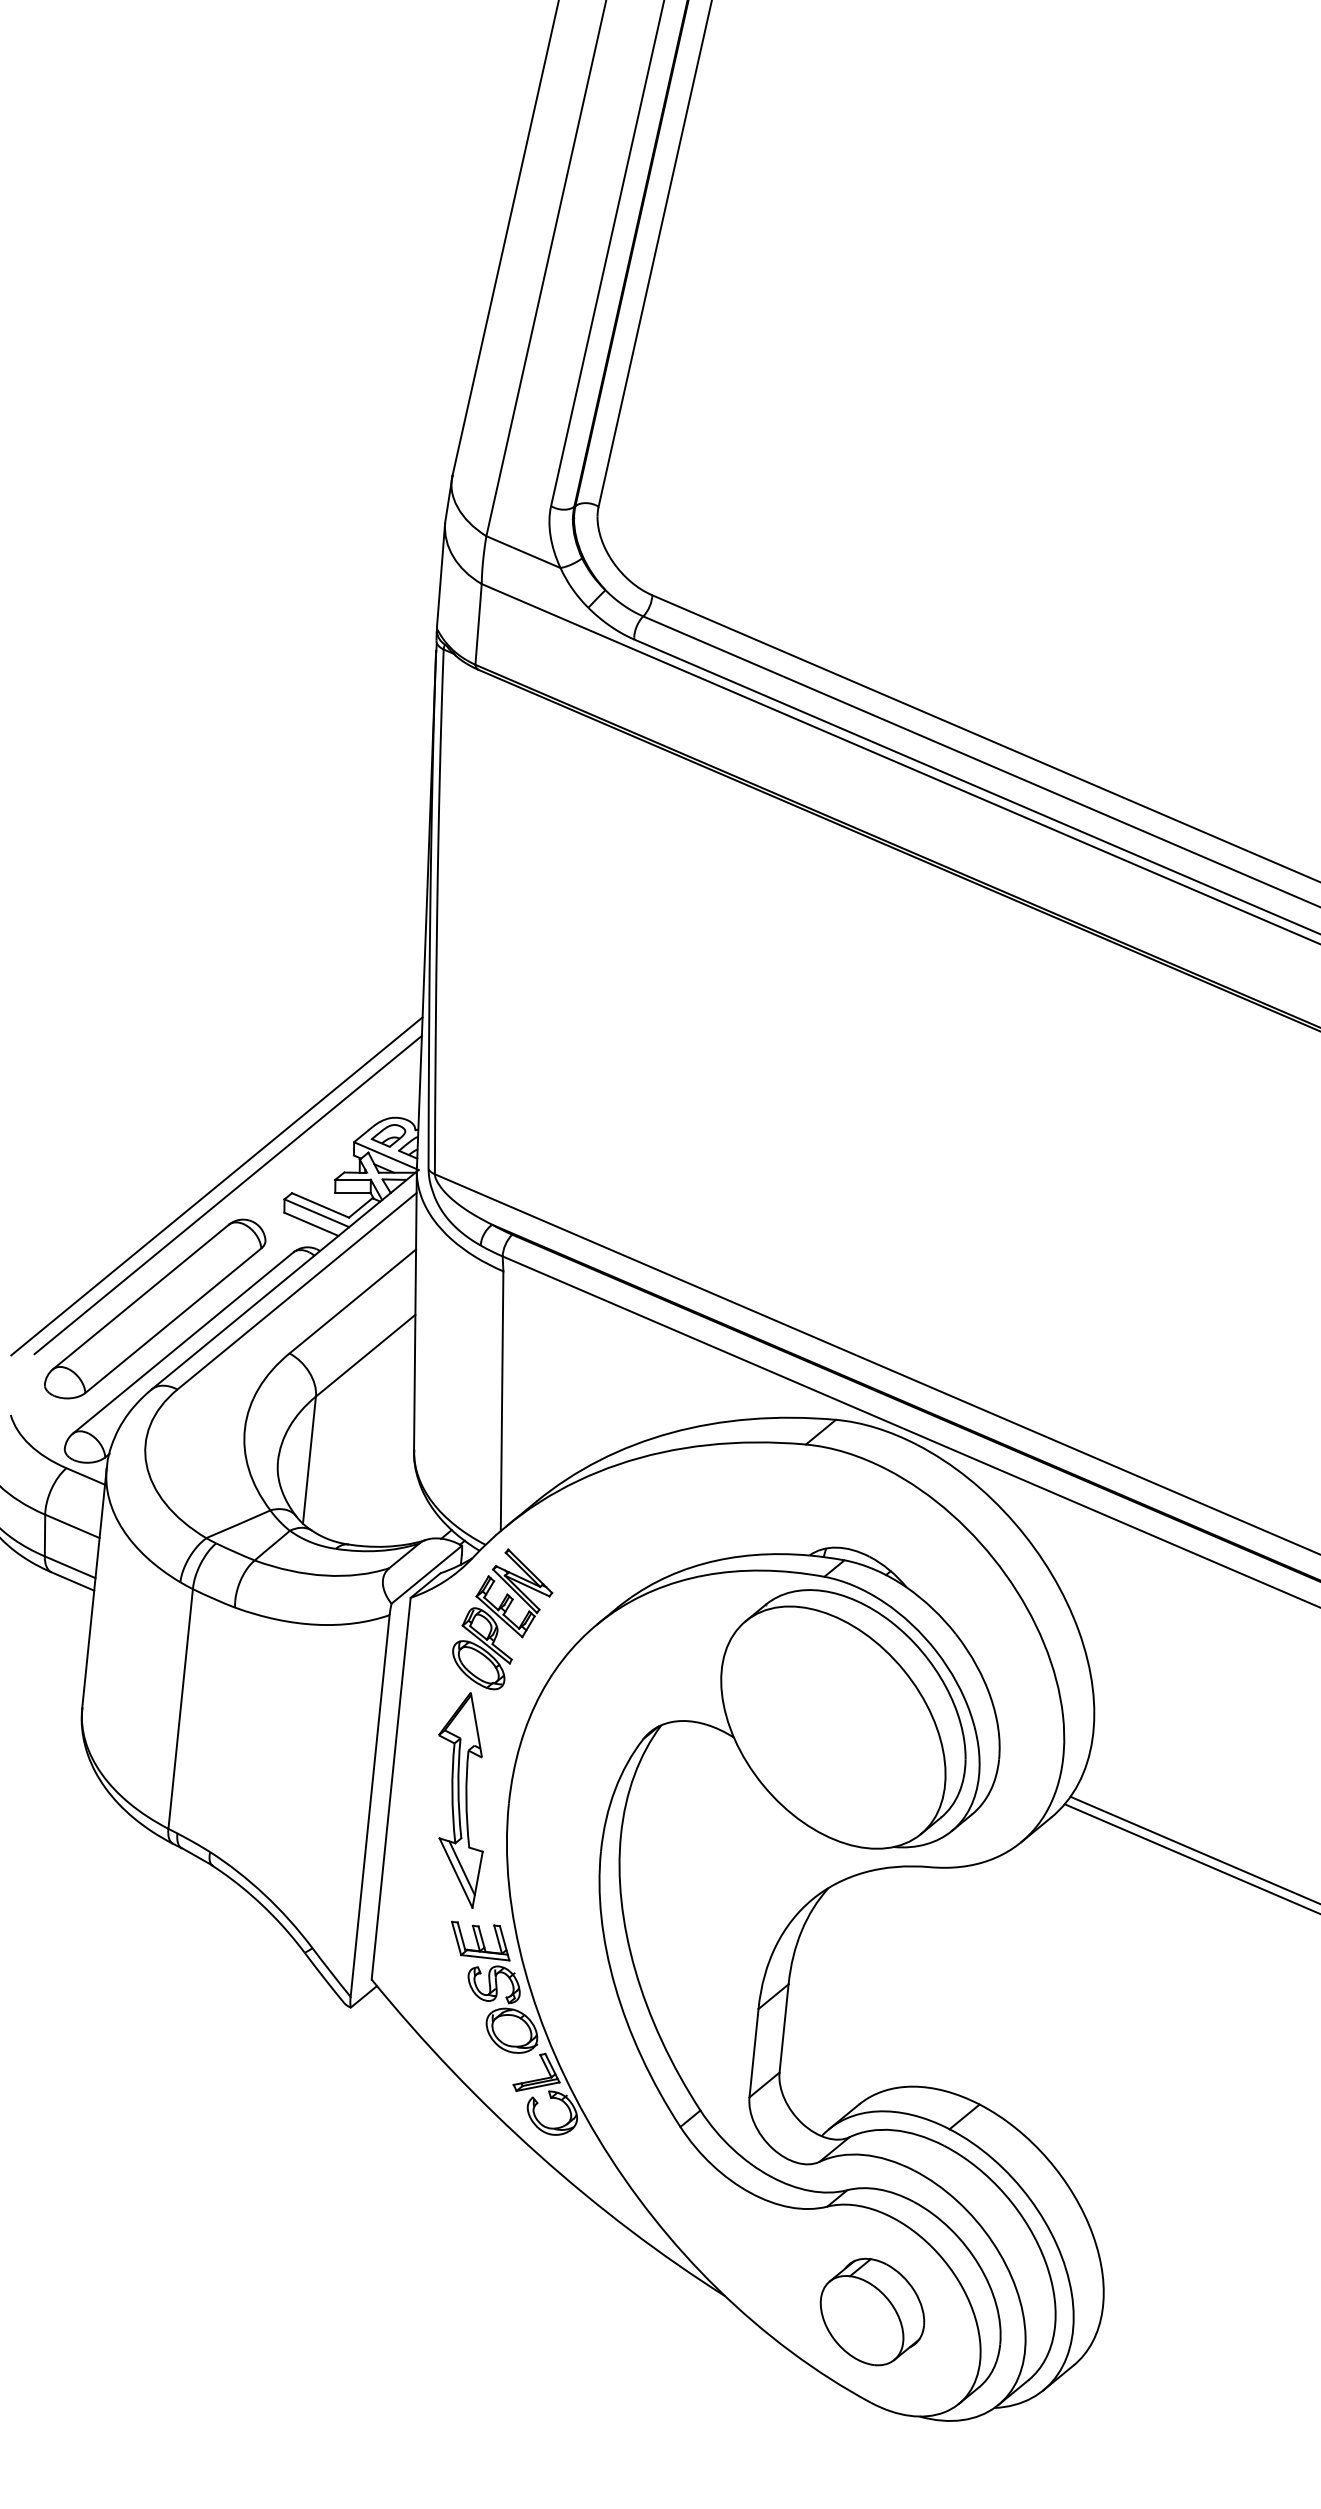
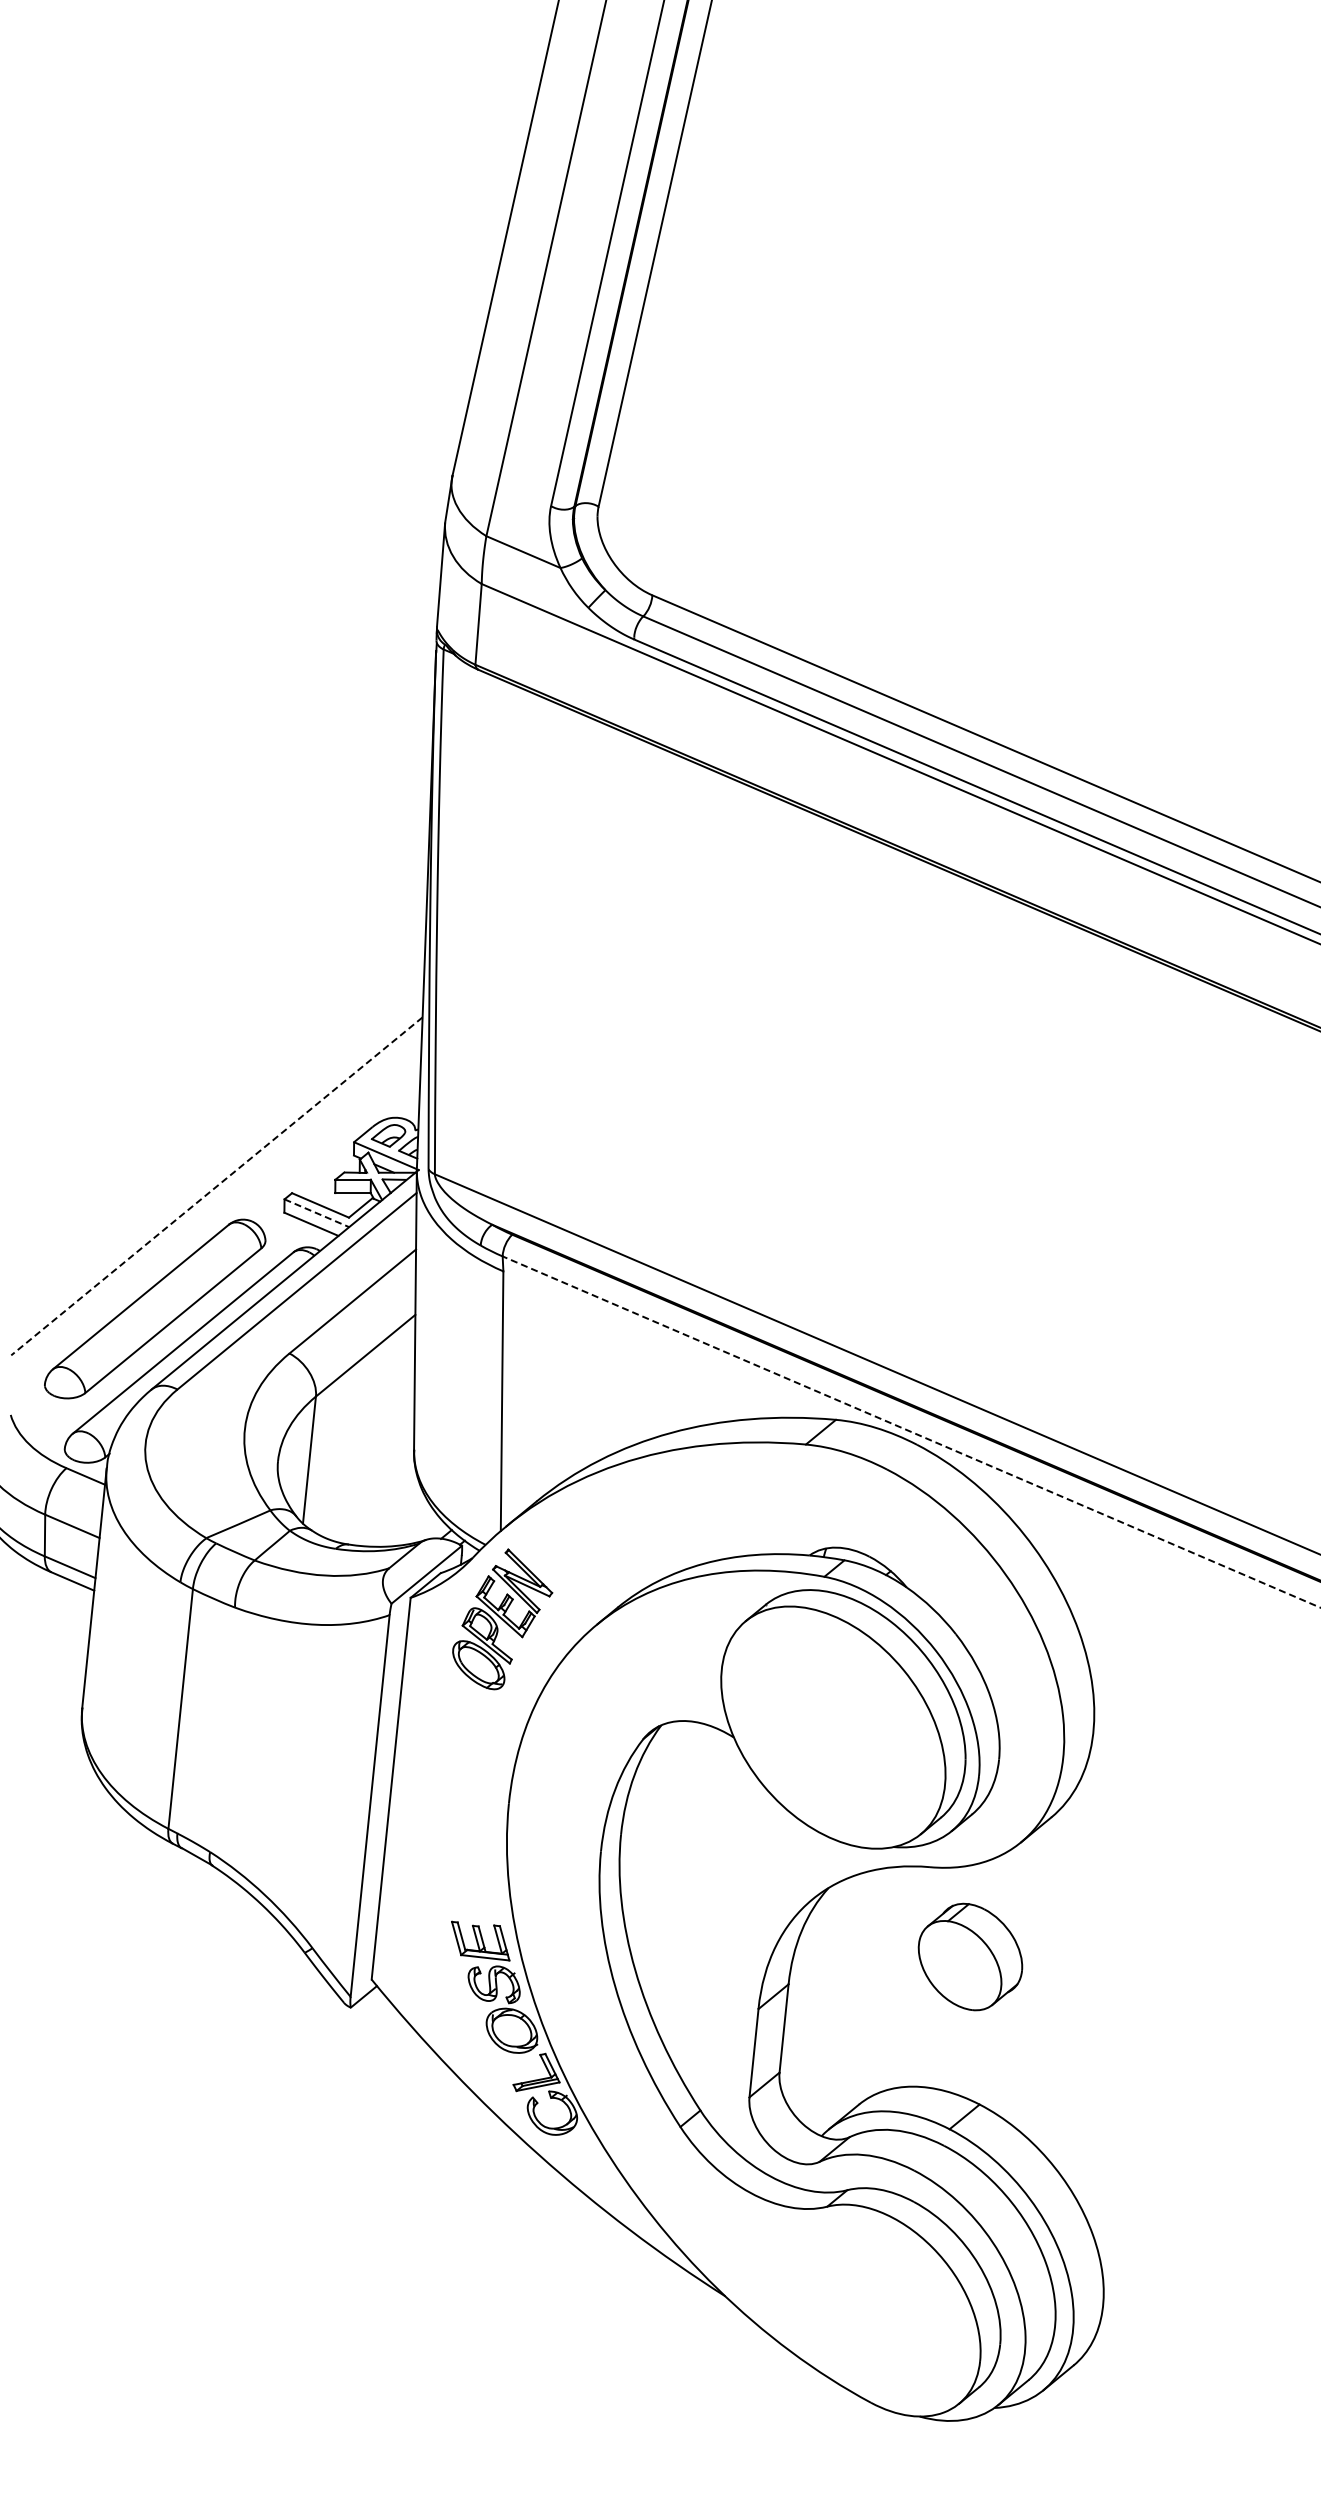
line at (216, 1186): solid -> dashed
line at (227, 1194): present -> none
line at (317, 1213): solid -> dashed
line at (911, 1431): solid -> dashed
part at (460, 1800): present -> none
line at (1193, 1849): present -> none
line at (1190, 1858): present -> none
part at (872, 2311) position: (872, 2311) -> (970, 1956)
